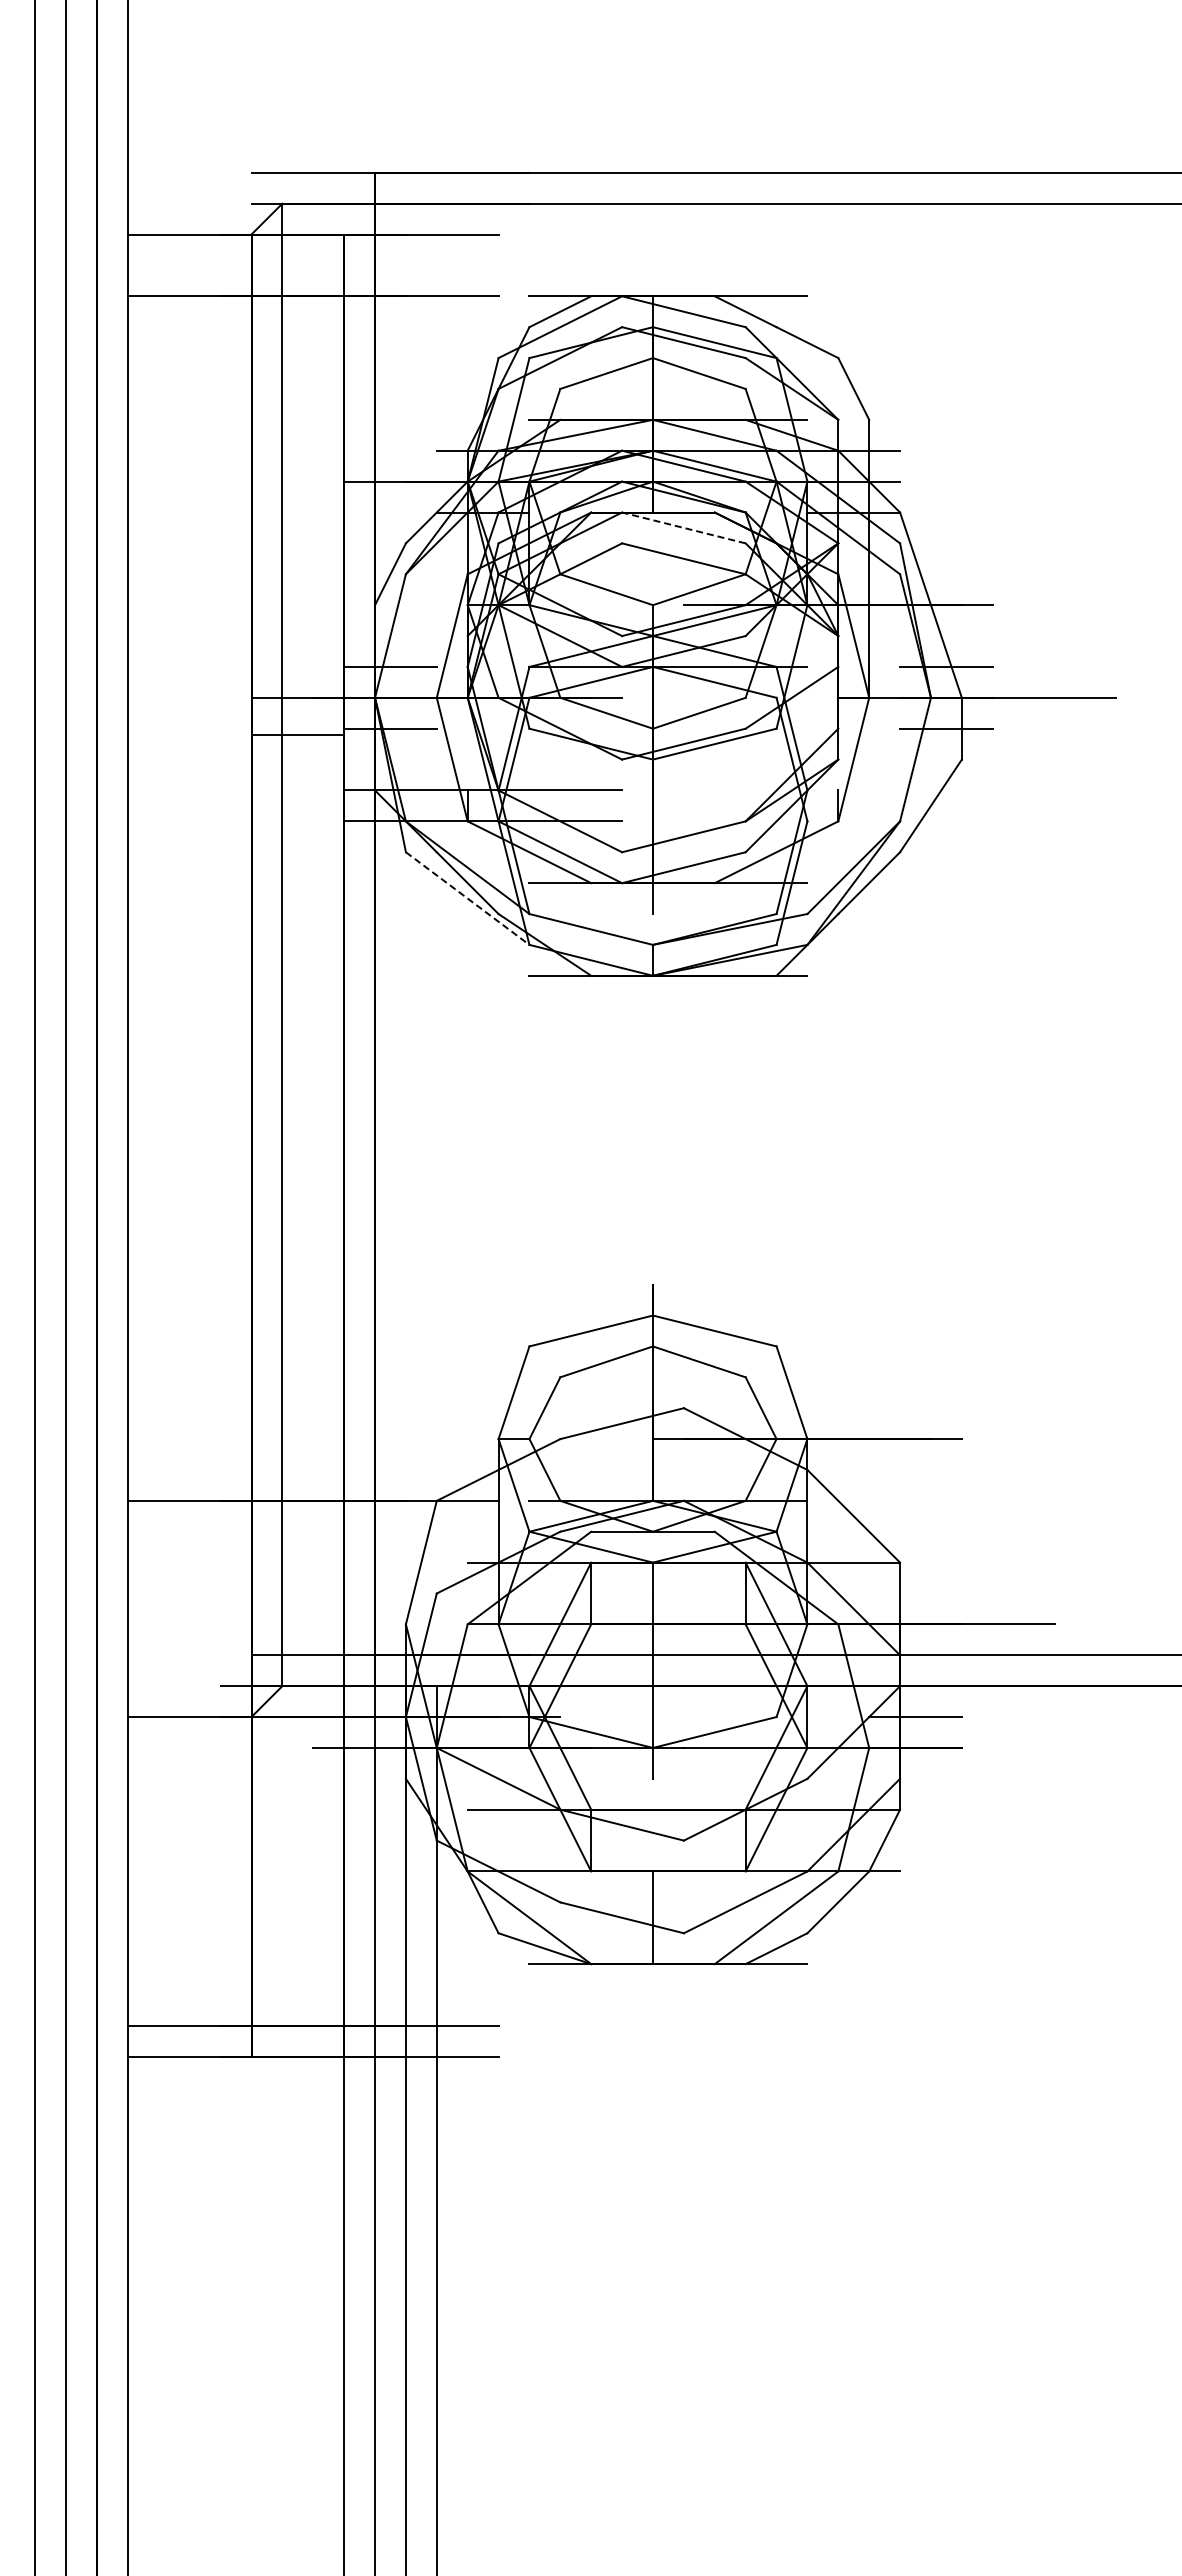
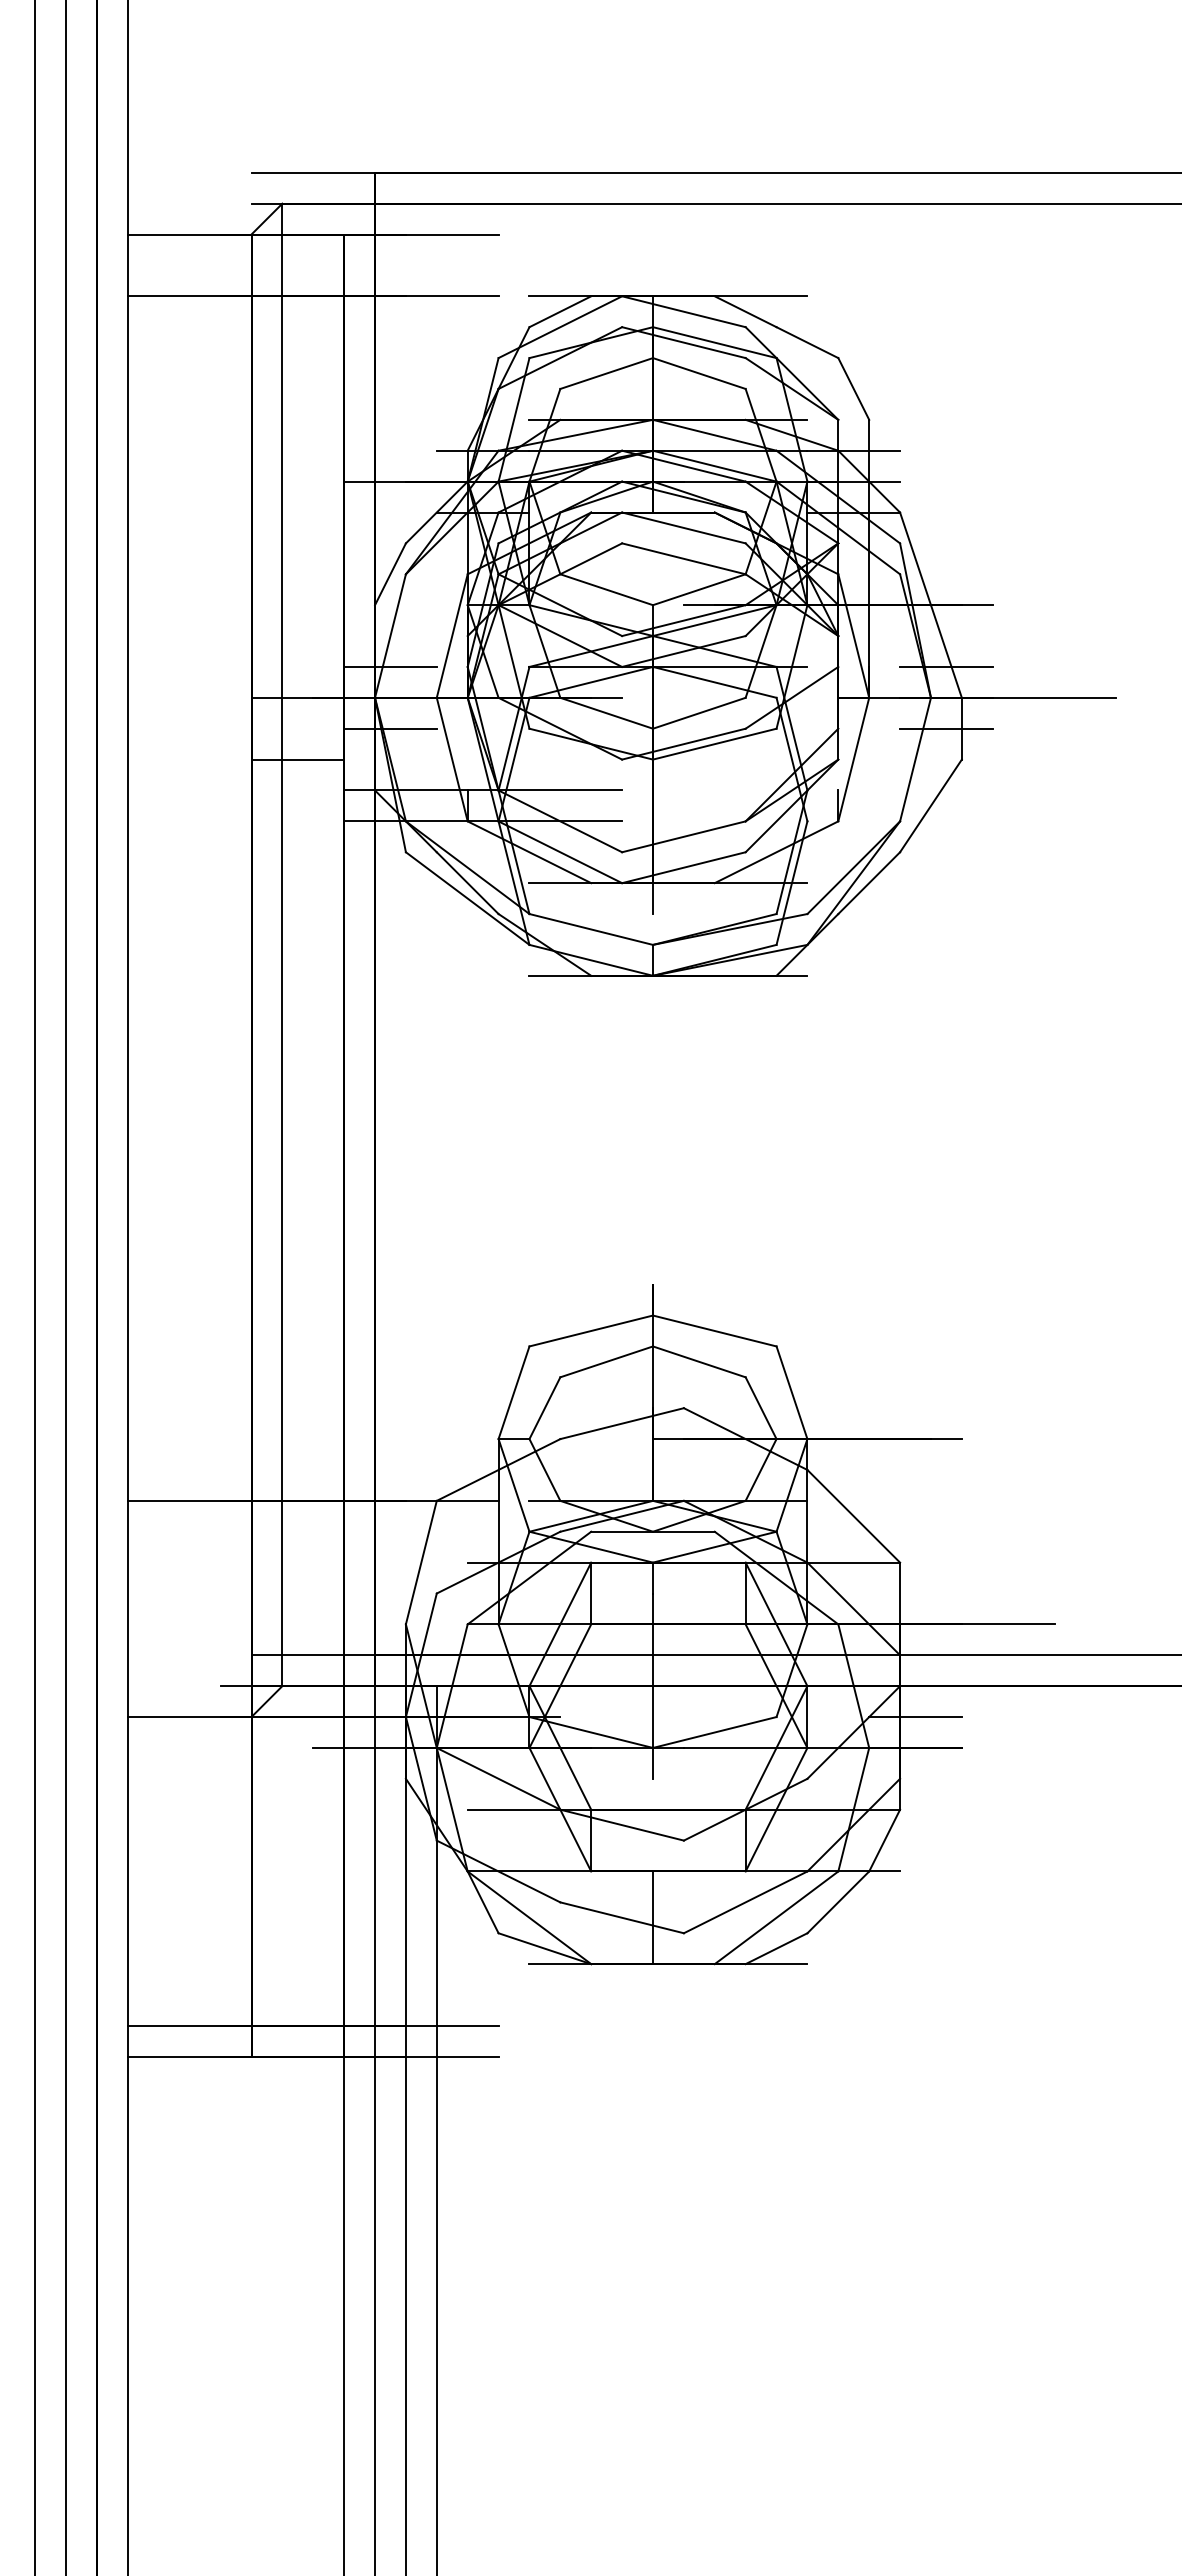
line at (683, 527): dashed -> solid
line at (297, 734) position: (297, 734) -> (297, 759)
line at (468, 898): dashed -> solid
